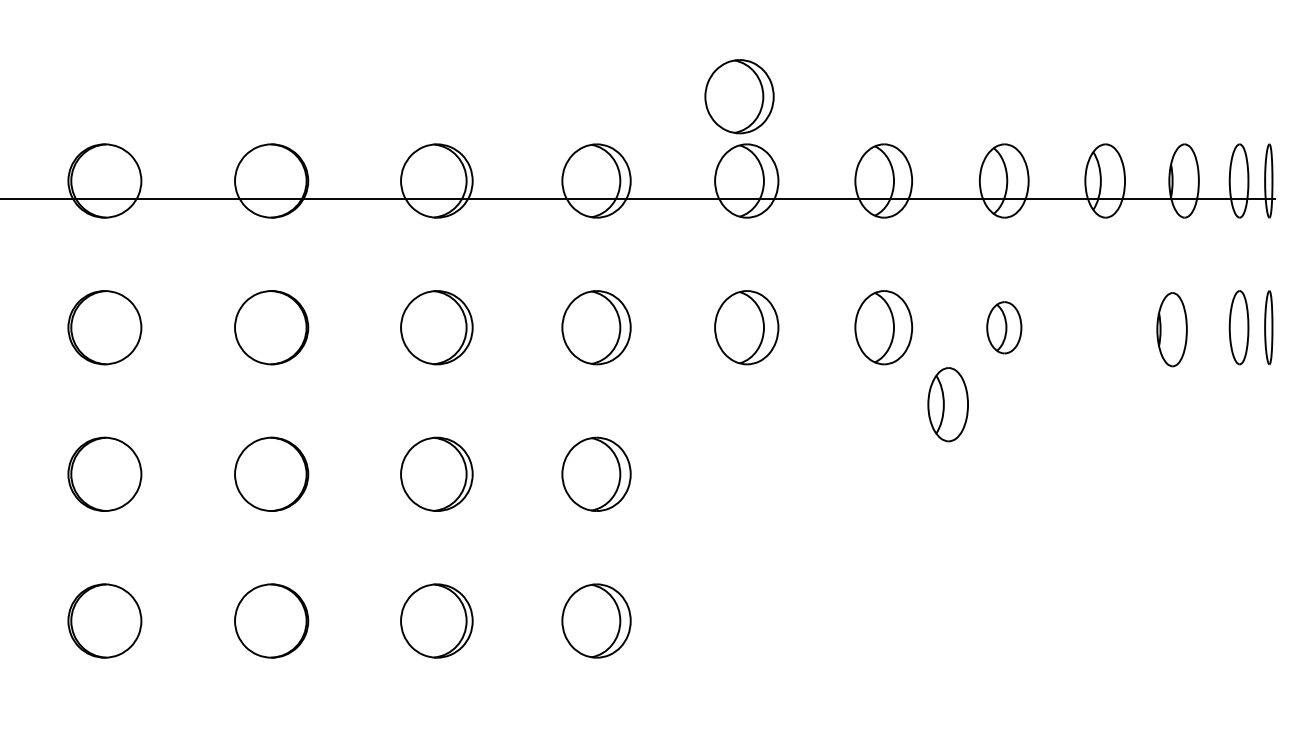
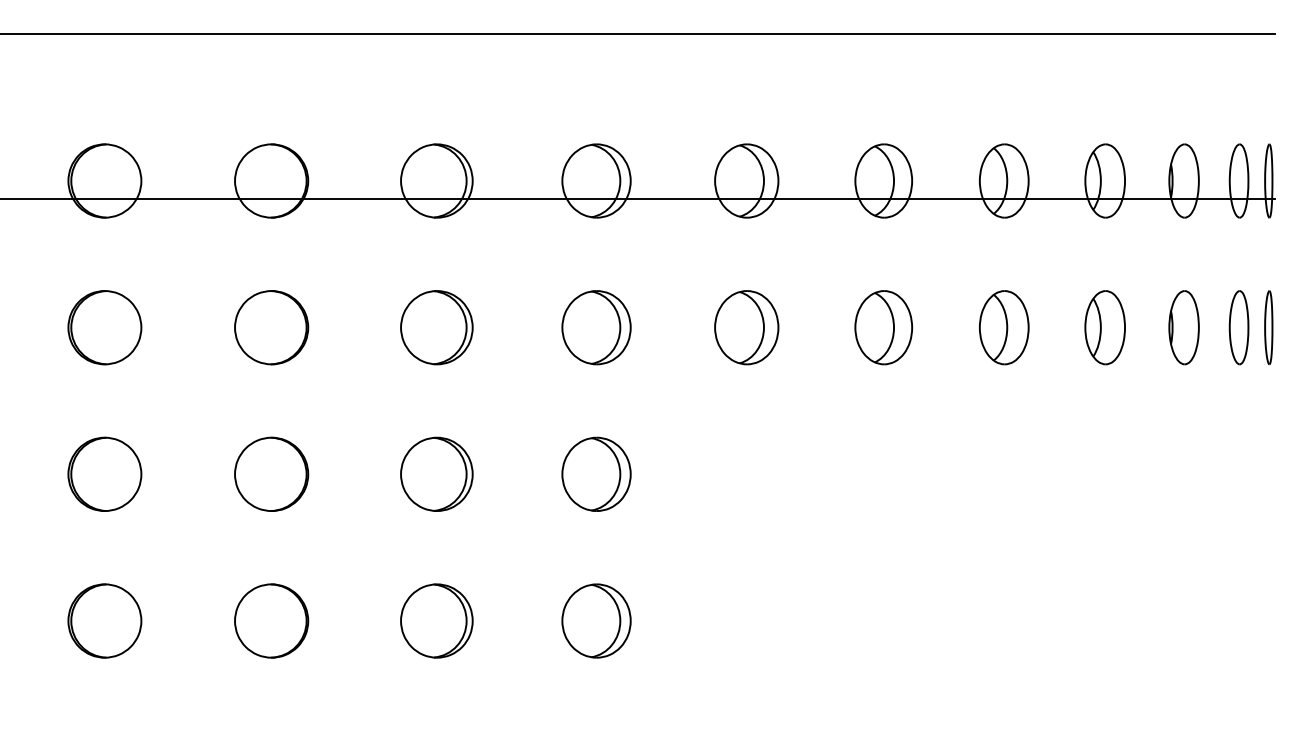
line at (638, 34): none -> present
part at (739, 96): present -> none
part at (1004, 327) size: 37x54 px -> 51x76 px
part at (1171, 329) position: (1171, 329) -> (1183, 327)
part at (947, 404) position: (947, 404) -> (1104, 327)
